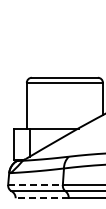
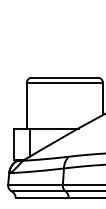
line at (36, 185): dashed -> solid
line at (42, 198): dashed -> solid
